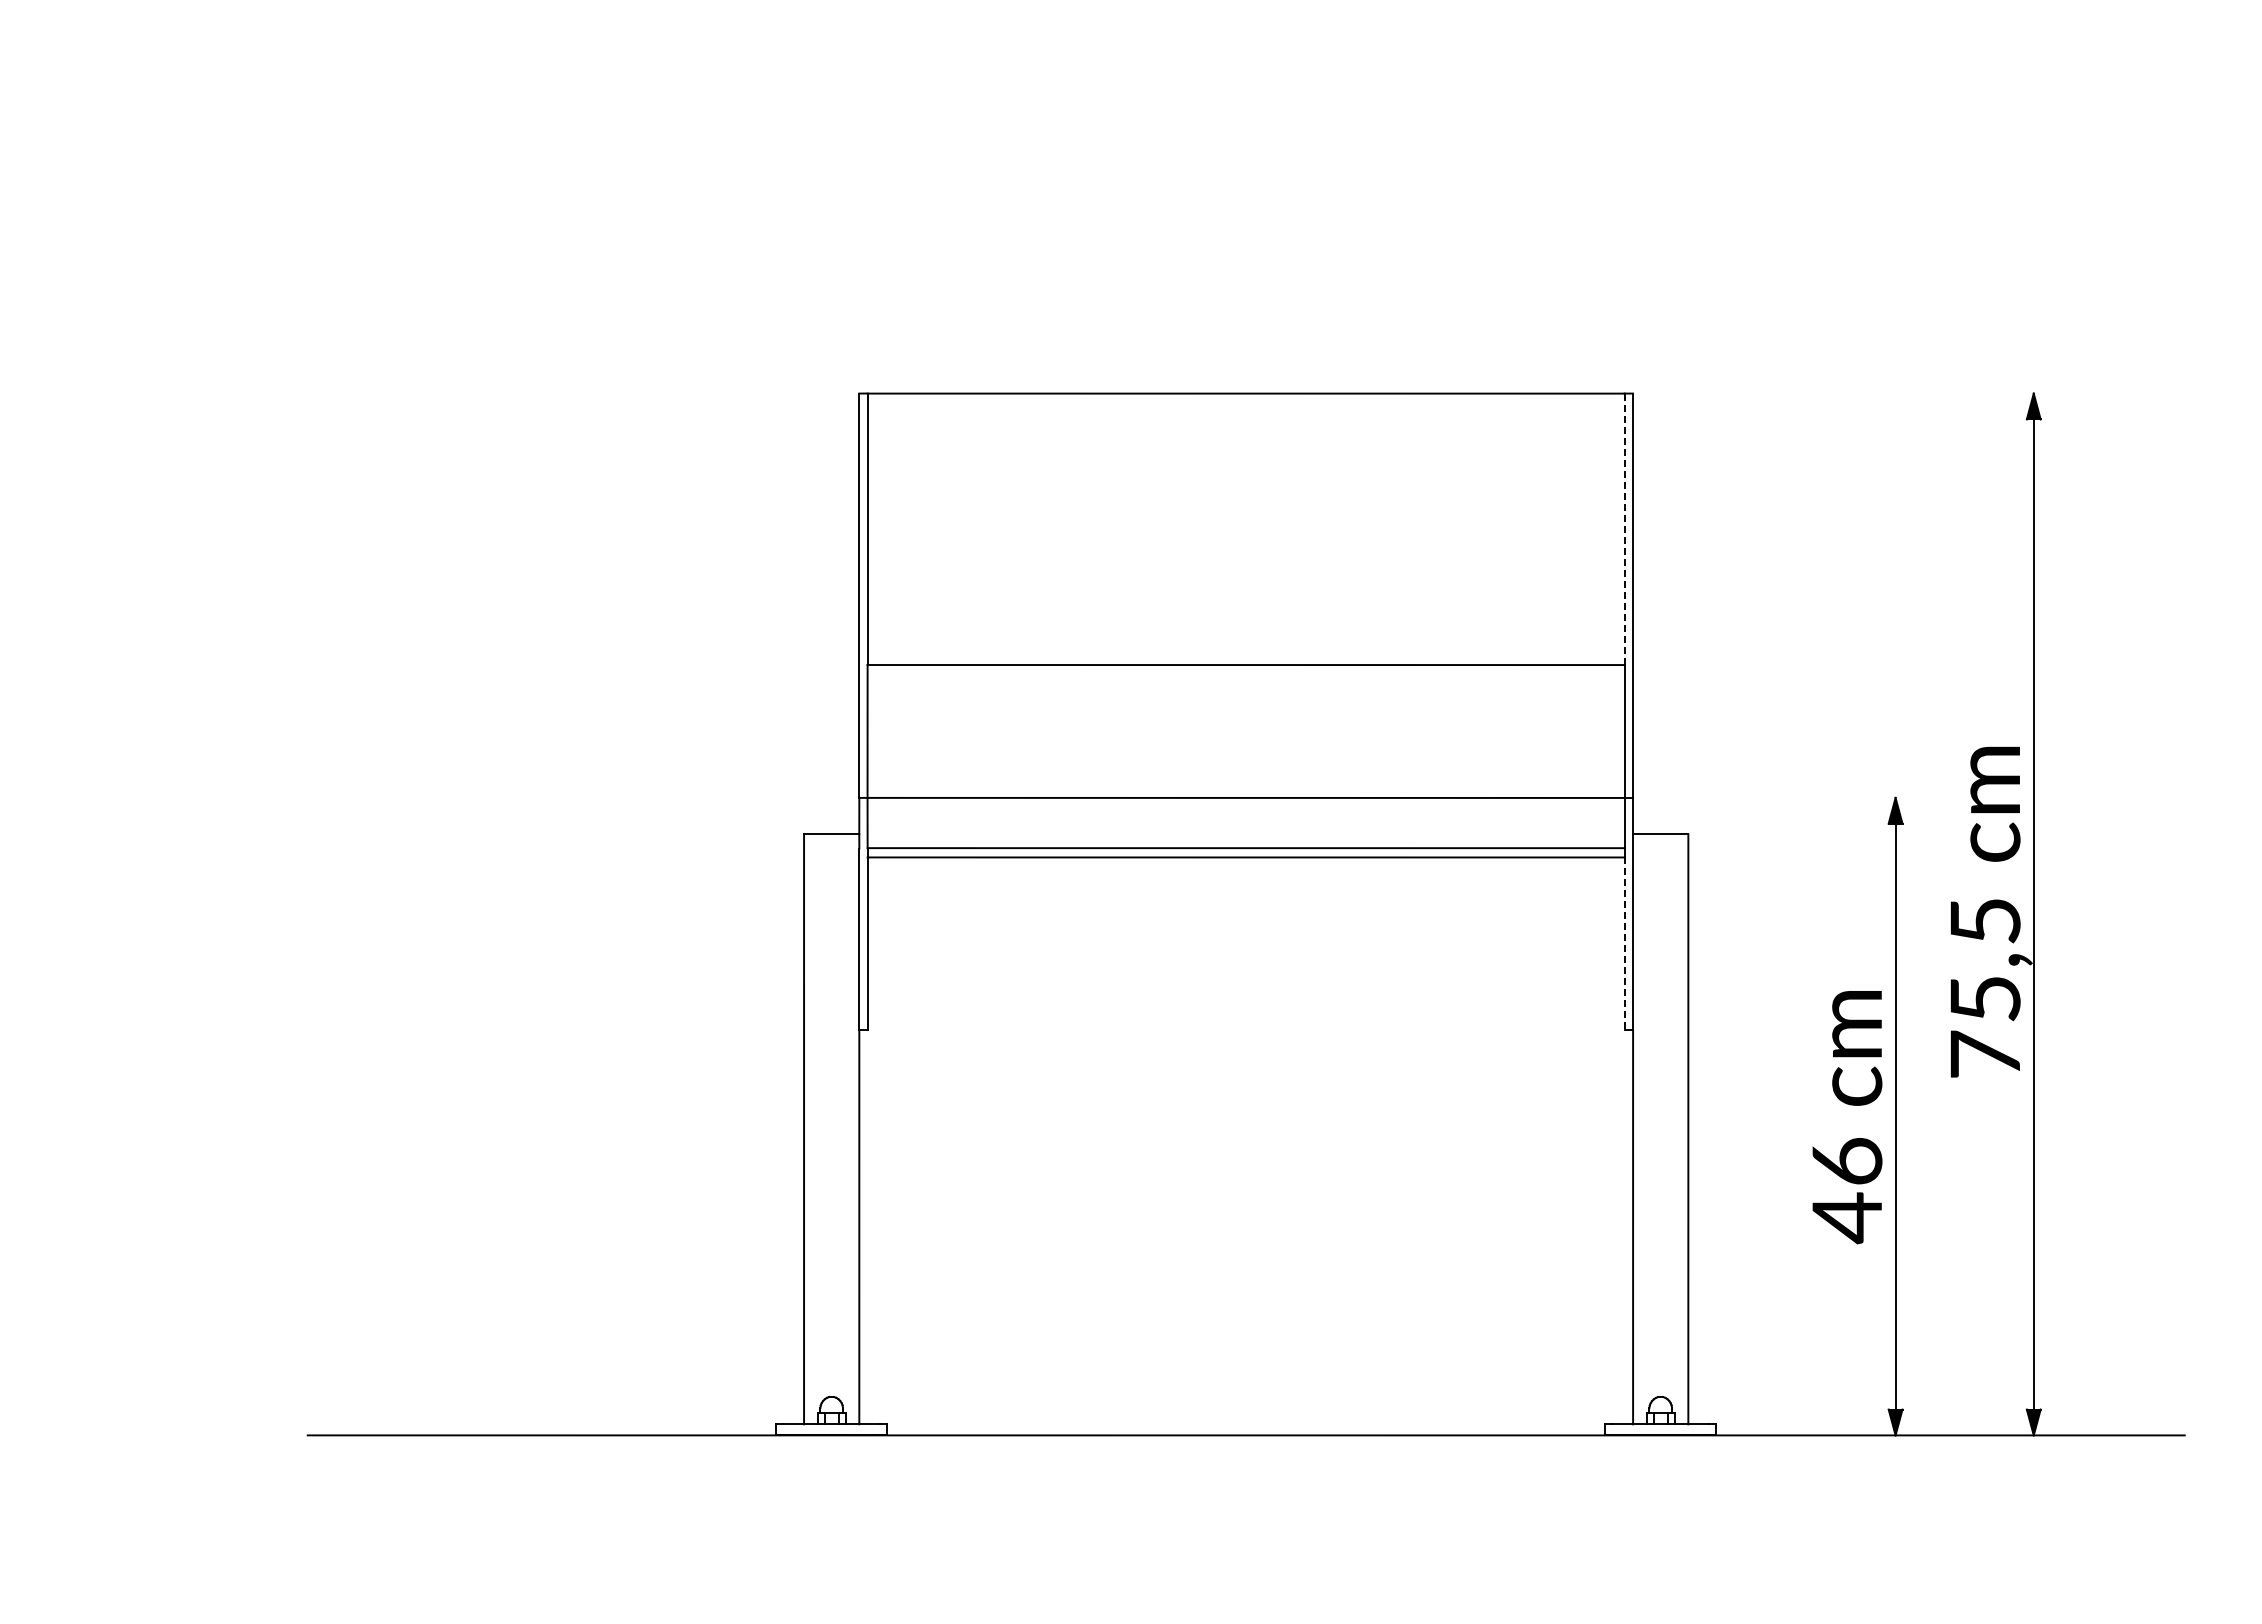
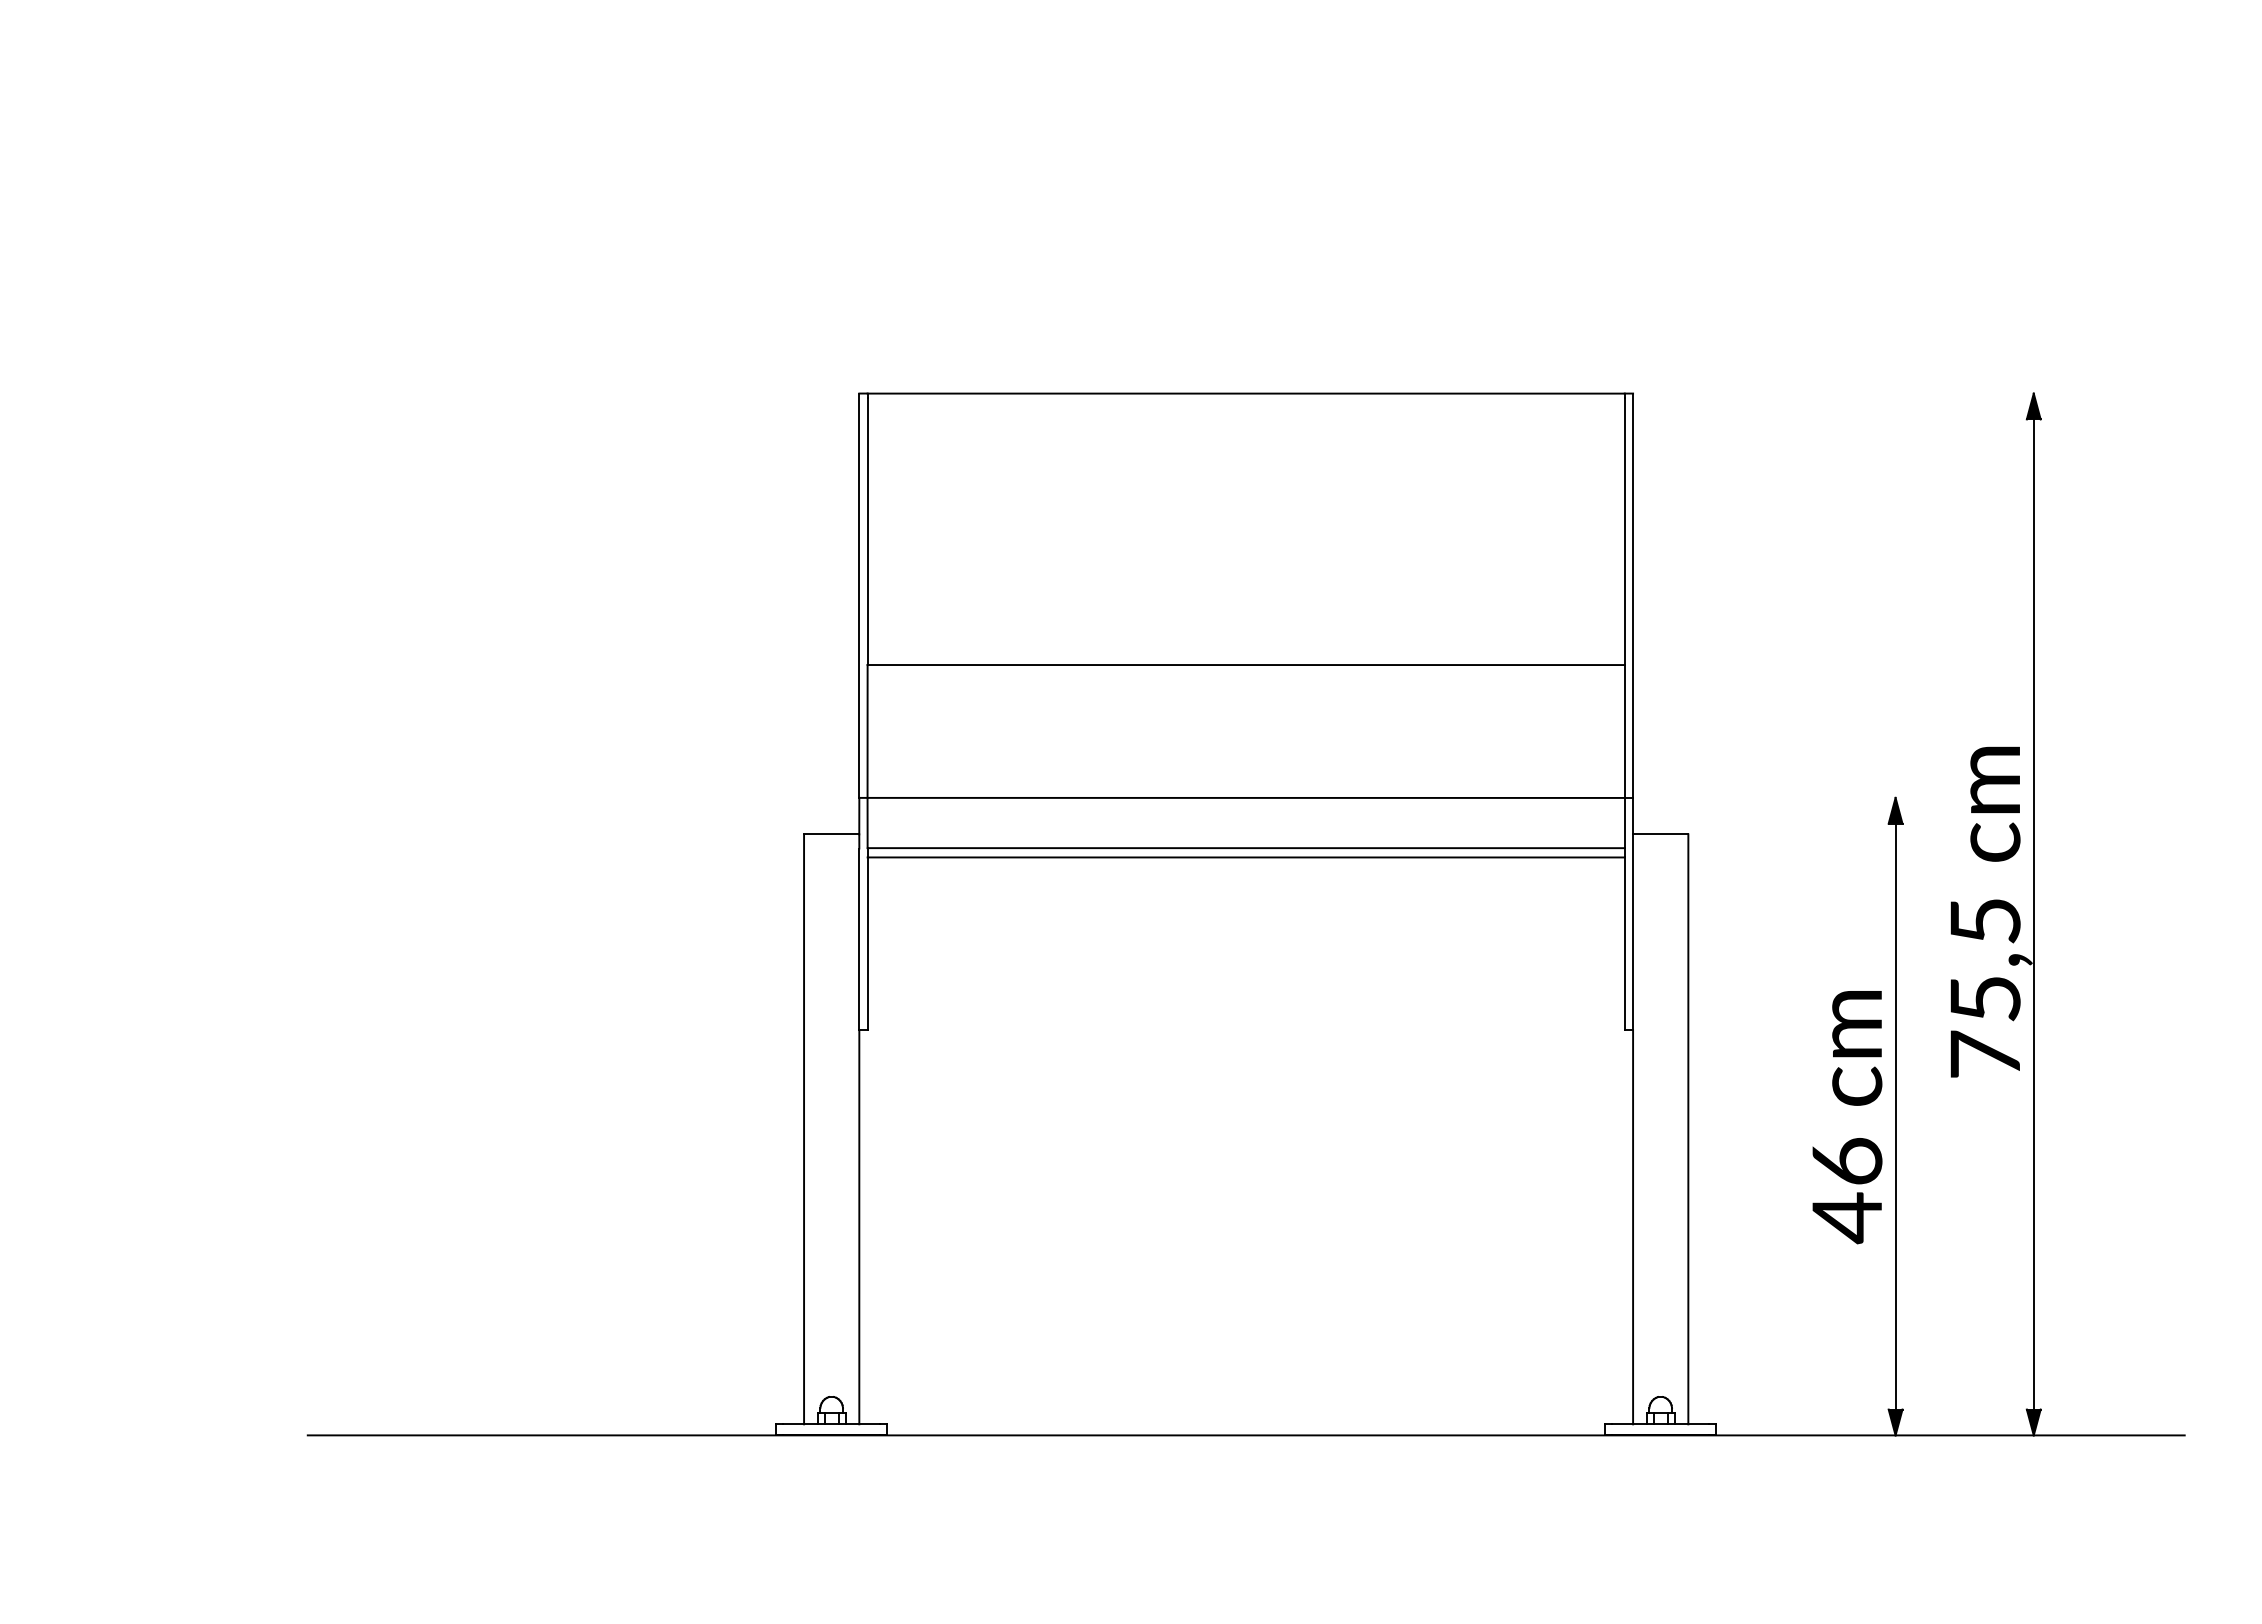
line at (1624, 531): dashed -> solid
line at (1624, 943): dashed -> solid
